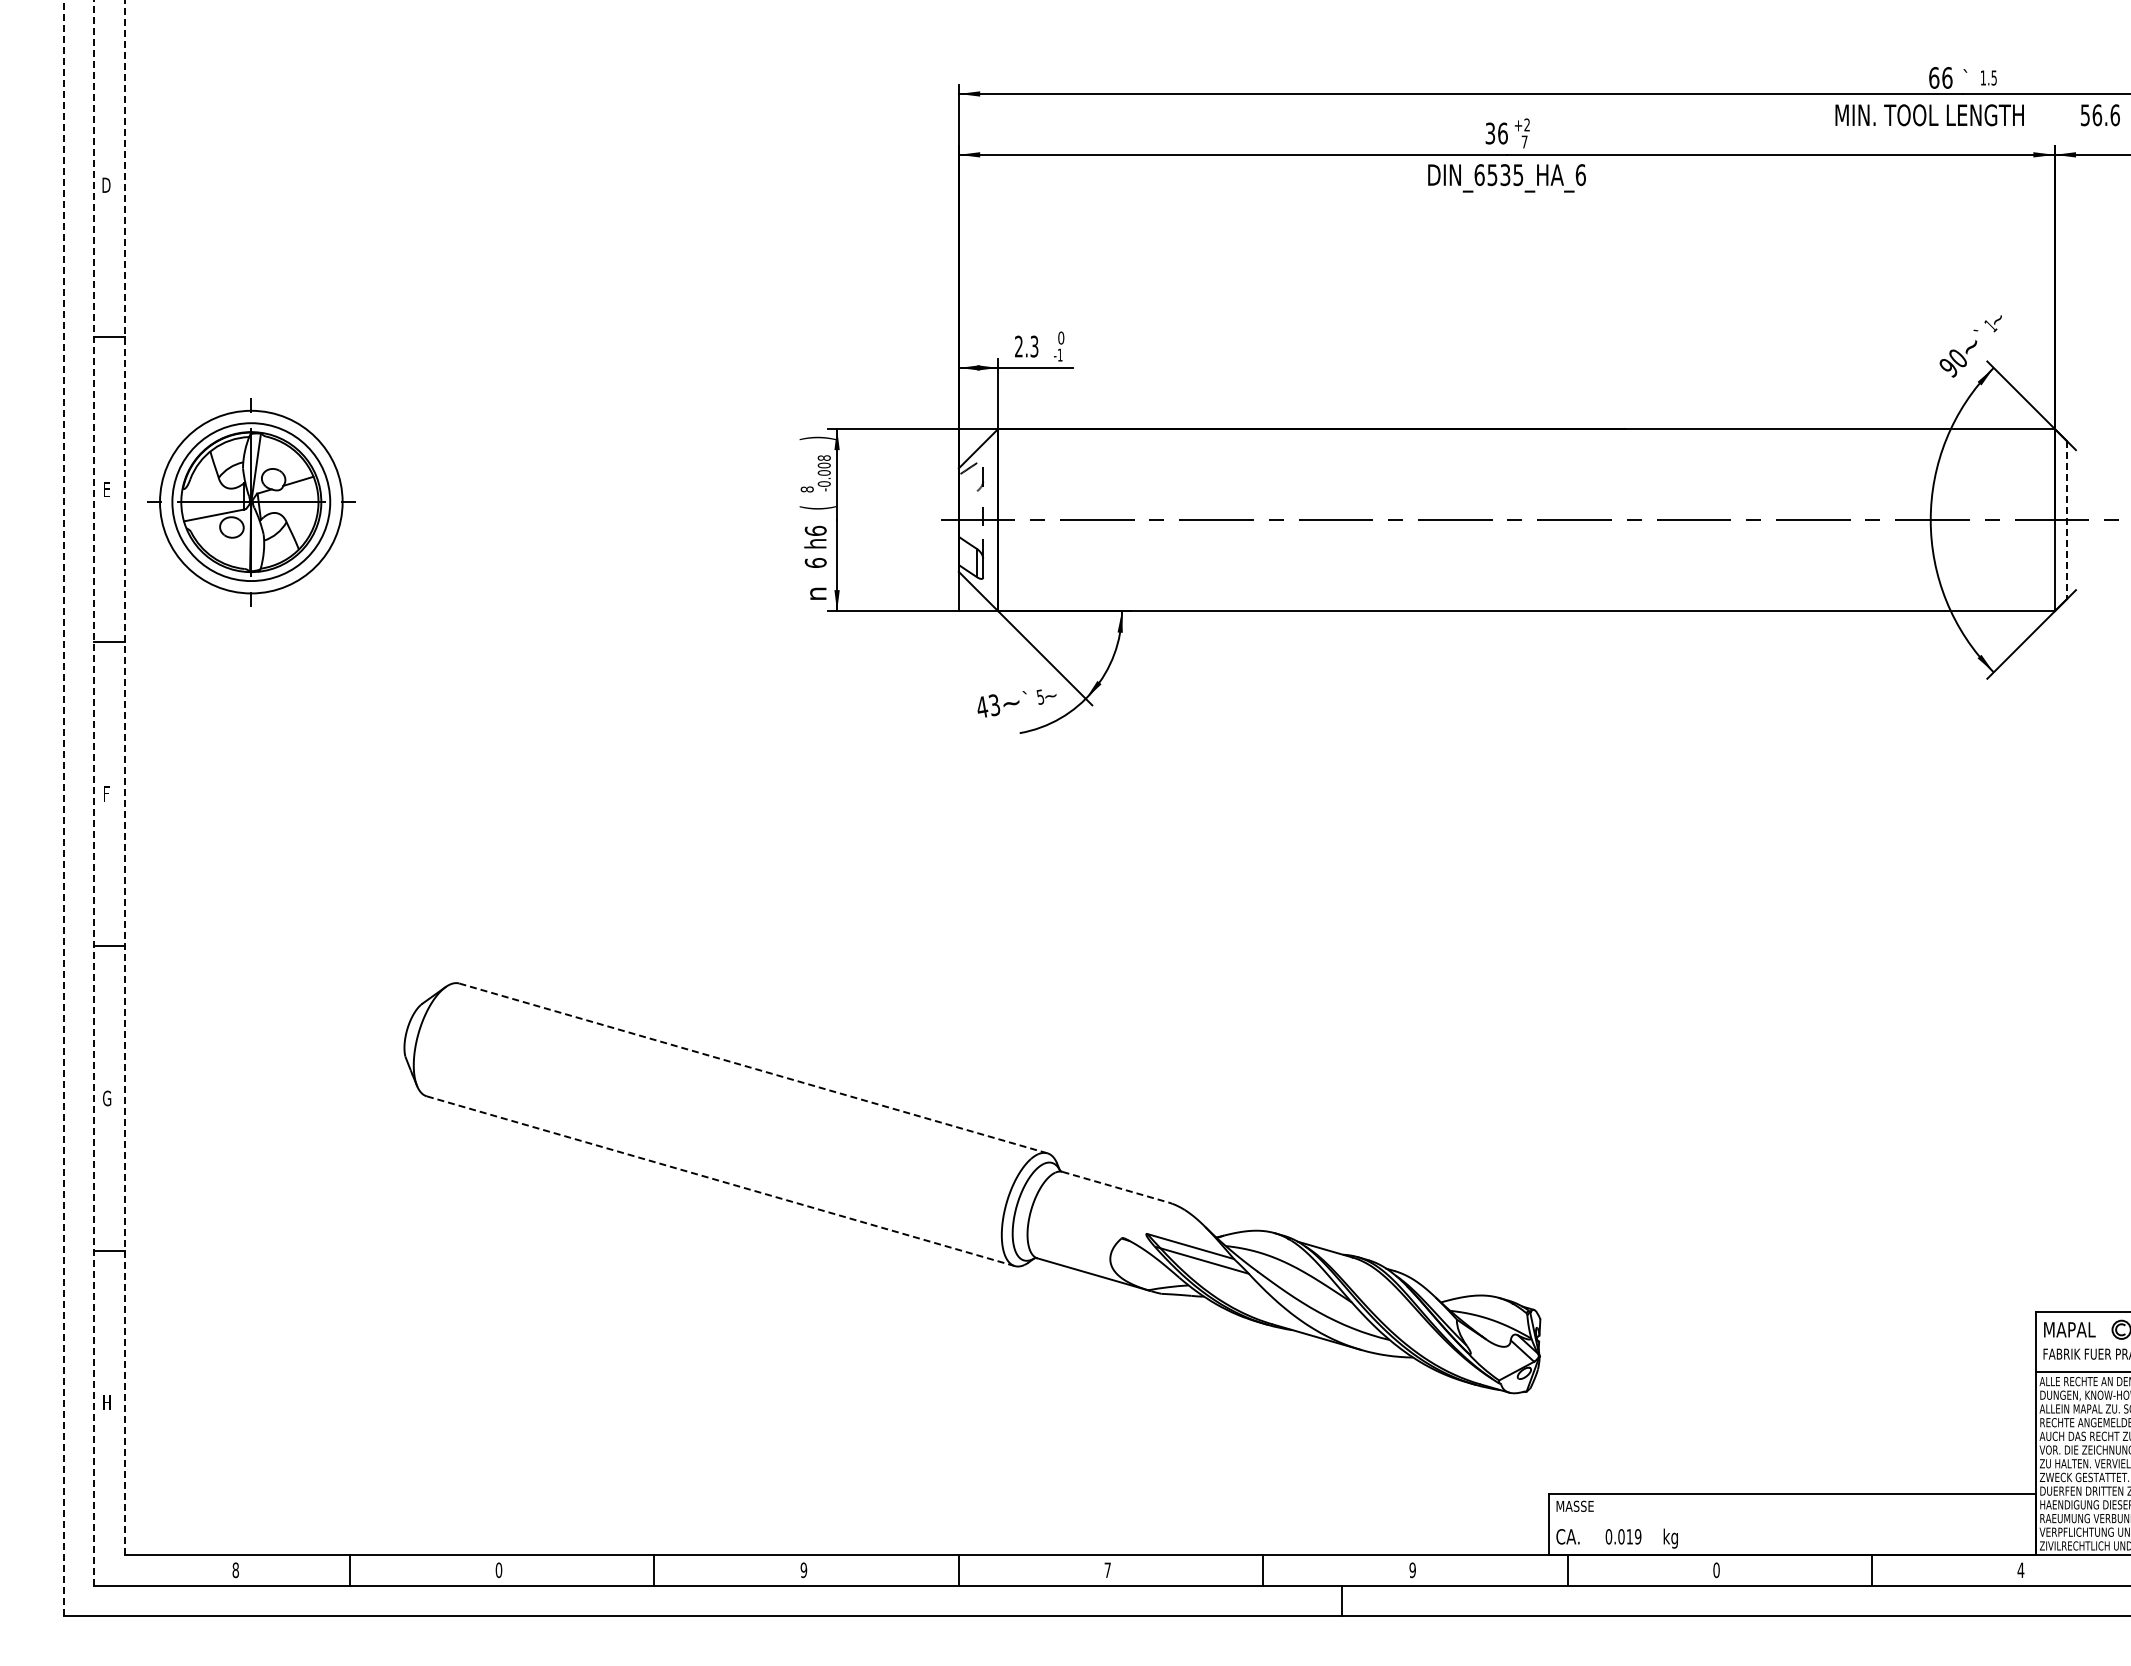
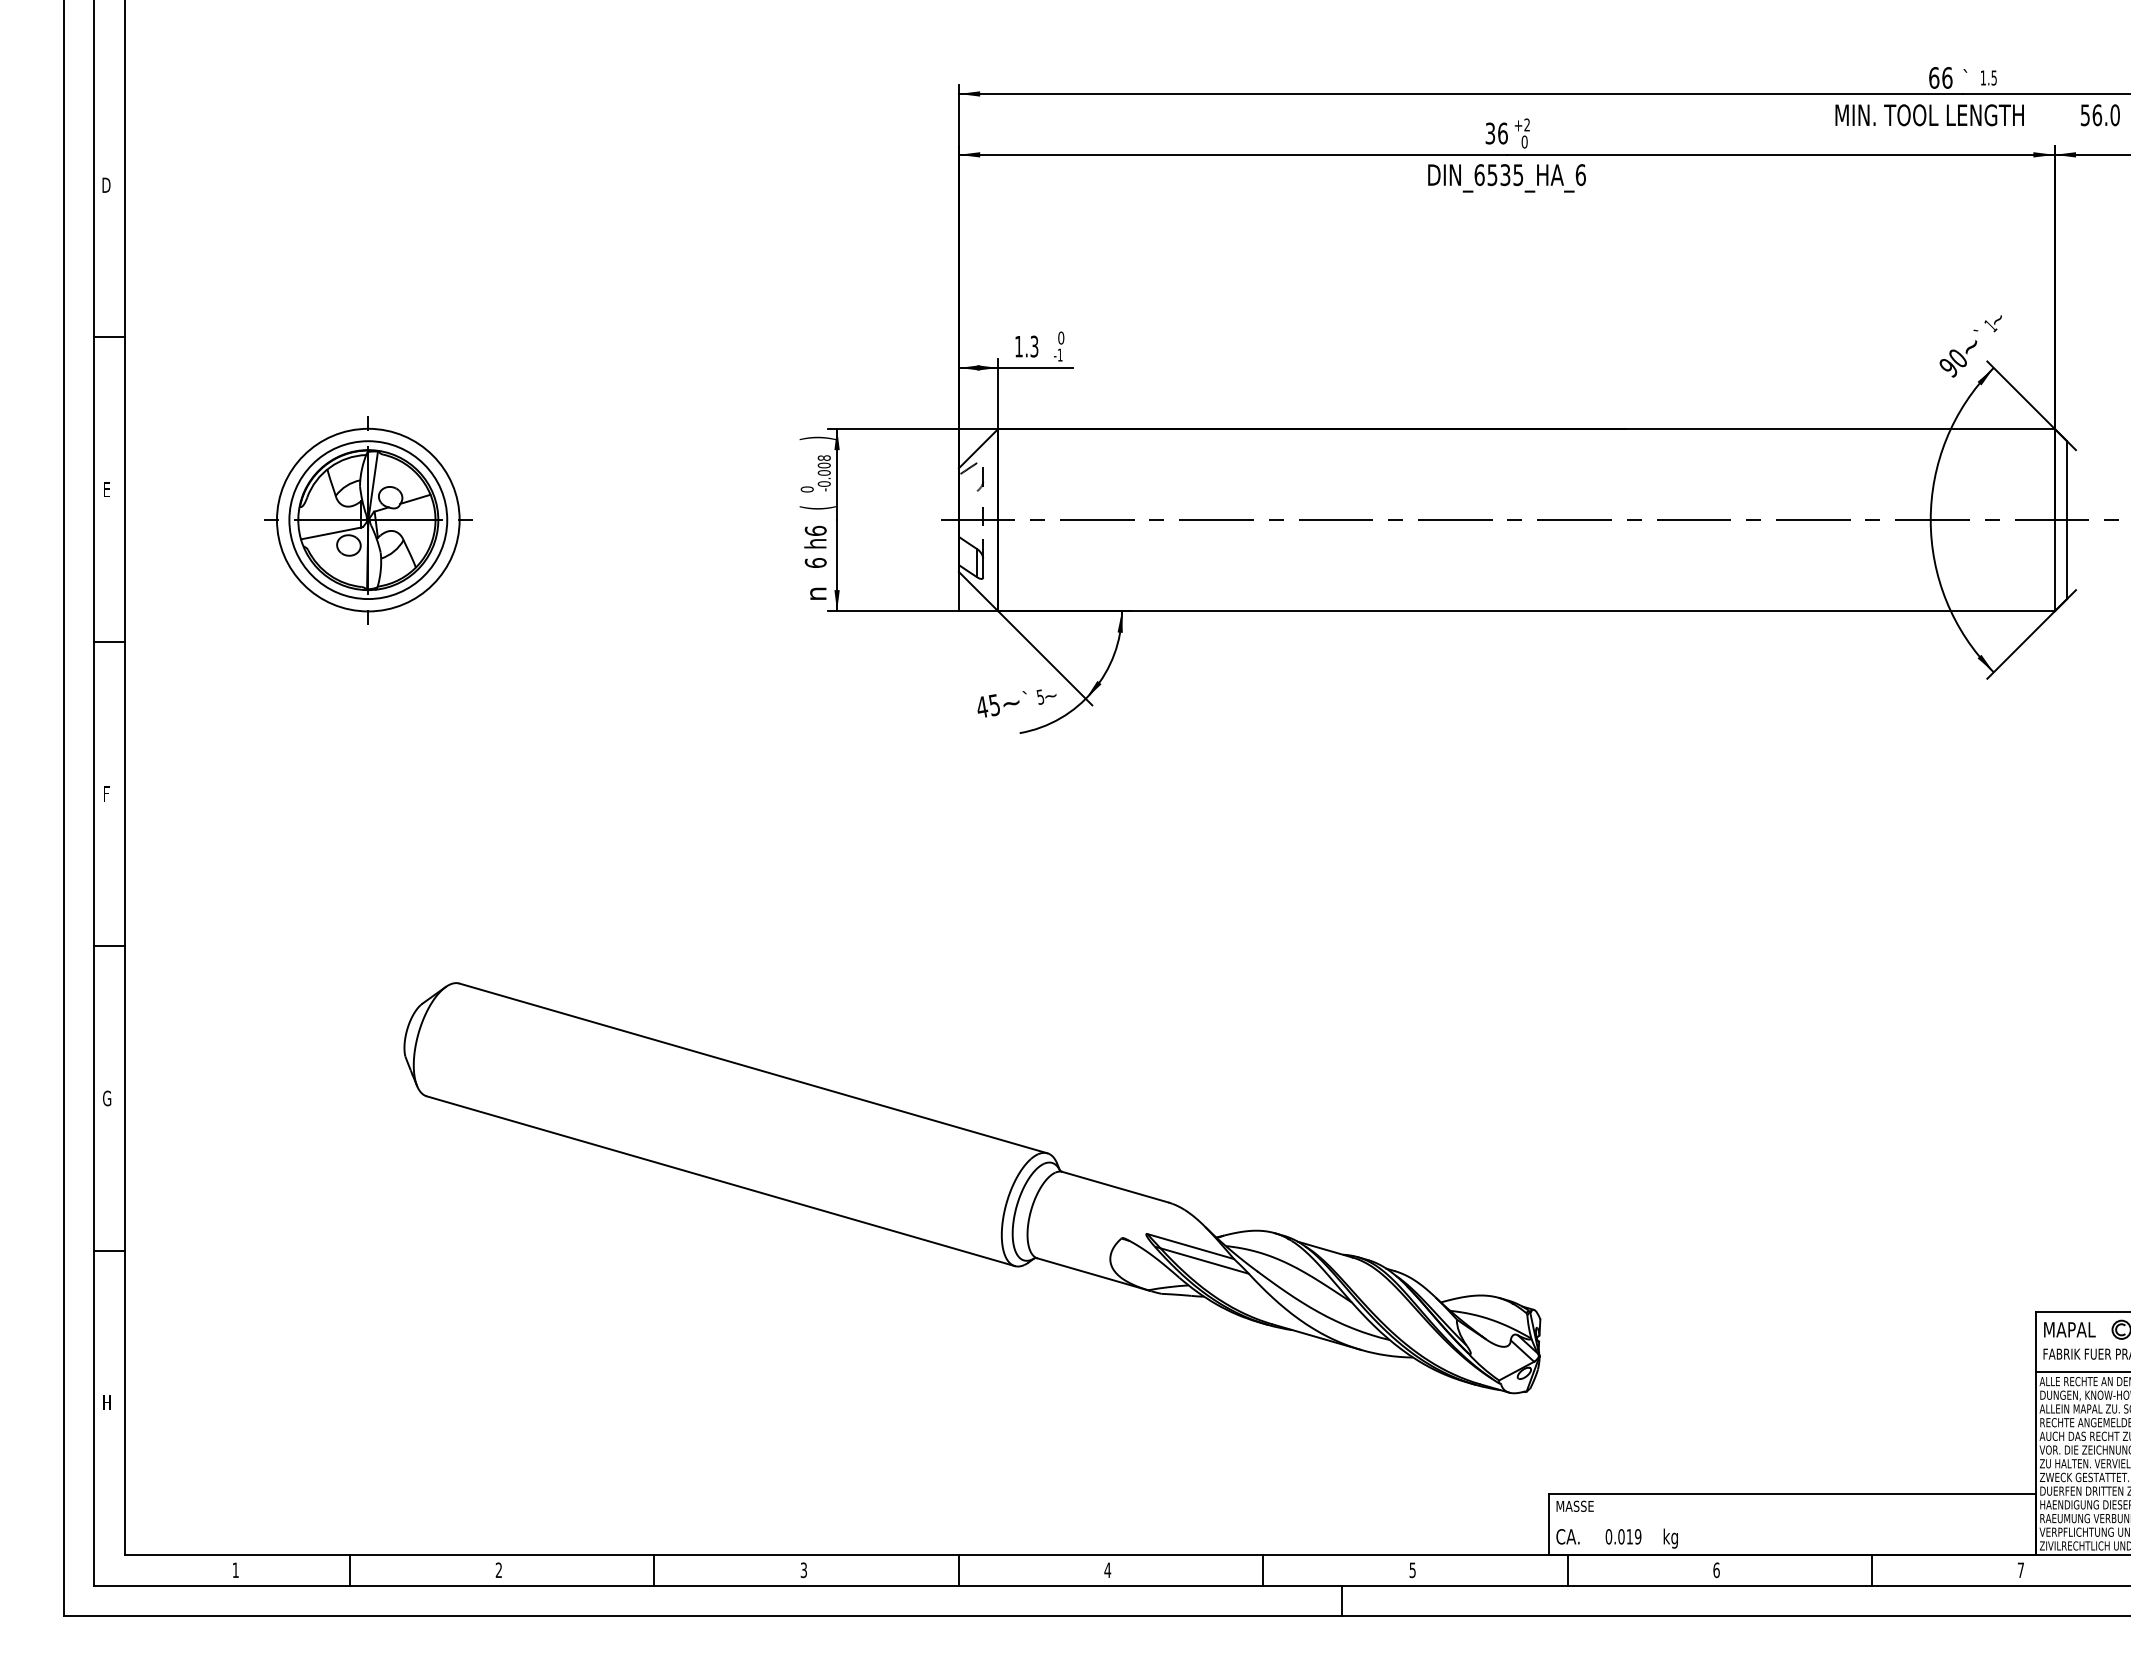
text at (2114, 114): 56.6 -> 56.0
text at (1524, 141): 7 -> 0
text at (1018, 346): 2.3 -> 1.3
text at (807, 489): 8 -> 0
part at (251, 502) position: (251, 502) -> (368, 520)
line at (2067, 520): dashed -> solid
text at (994, 704): 43 -> 45
line at (124, 777): dashed -> solid
line at (94, 792): dashed -> solid
line at (63, 807): dashed -> solid
line at (752, 1068): dashed -> solid
line at (720, 1181): dashed -> solid
line at (1115, 1187): dashed -> solid
text at (803, 1569): 9 -> 3
text at (1107, 1569): 7 -> 4
text at (1412, 1569): 9 -> 5
text at (1716, 1569): 0 -> 6
text at (2020, 1569): 4 -> 7
text at (235, 1570): 8 -> 1
text at (498, 1570): 0 -> 2
